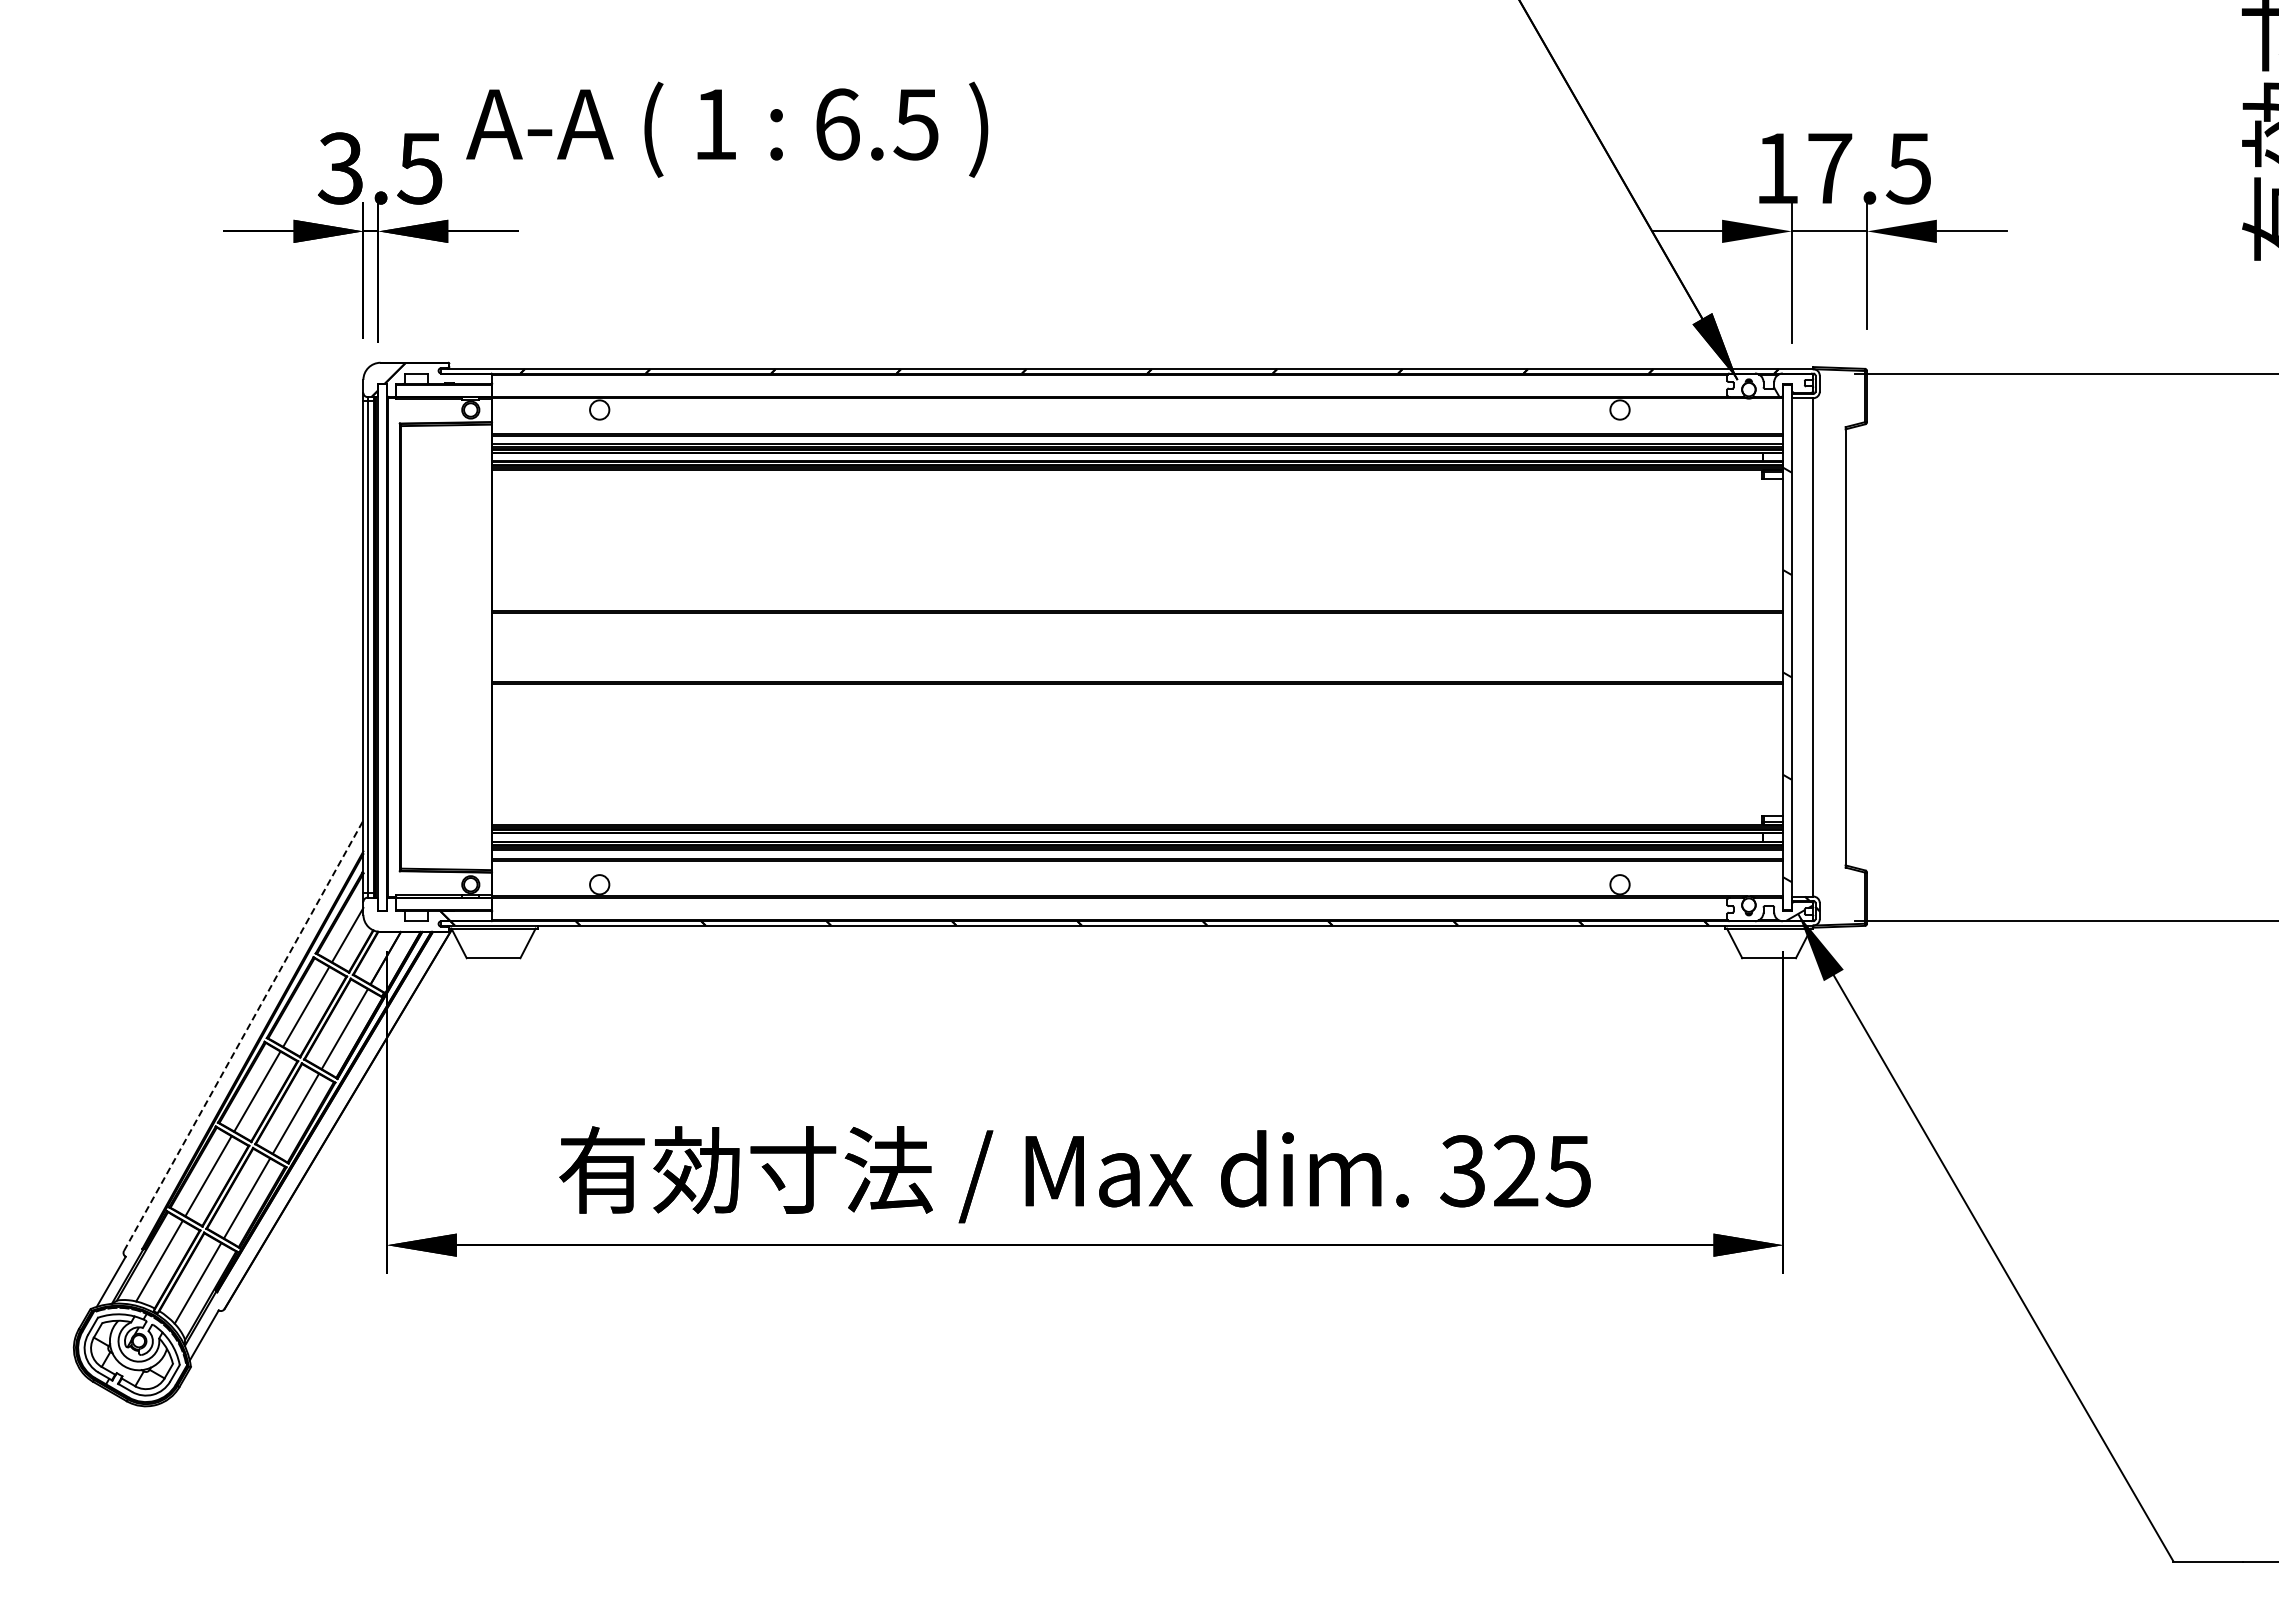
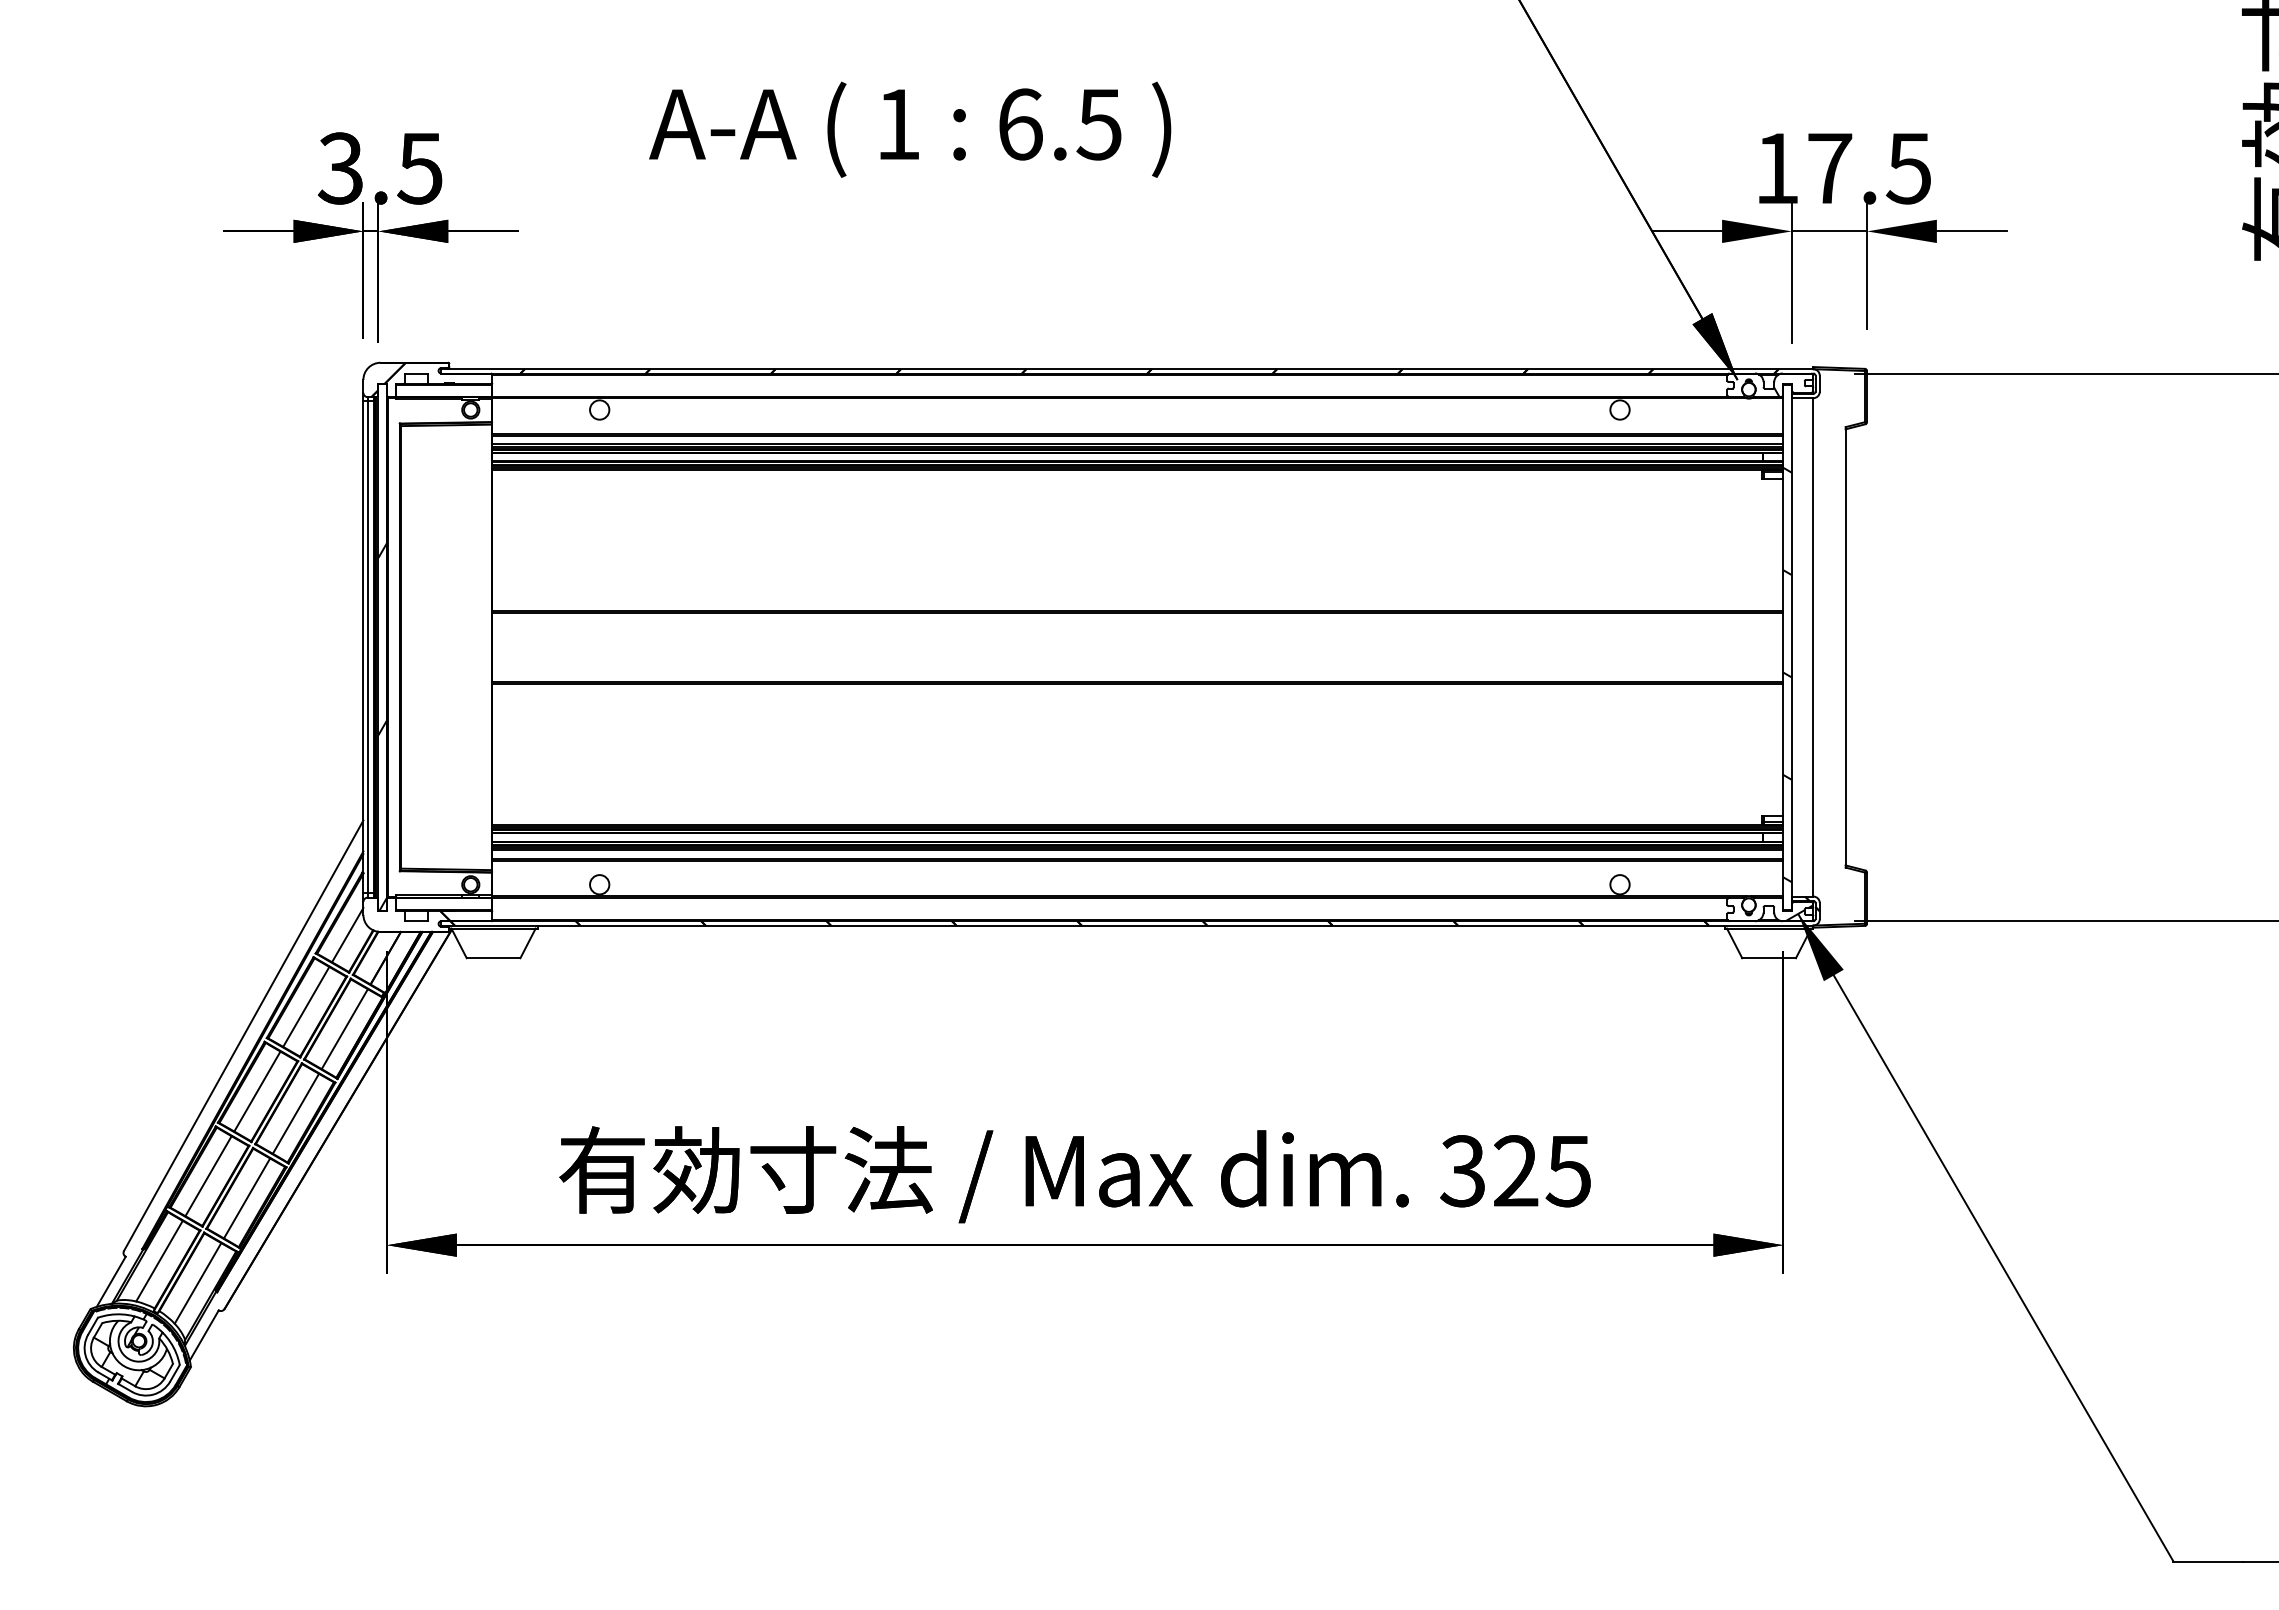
text at (727, 129) position: (727, 129) -> (910, 129)
hatch at (382, 726): none -> present
line at (243, 1035): dashed -> solid
